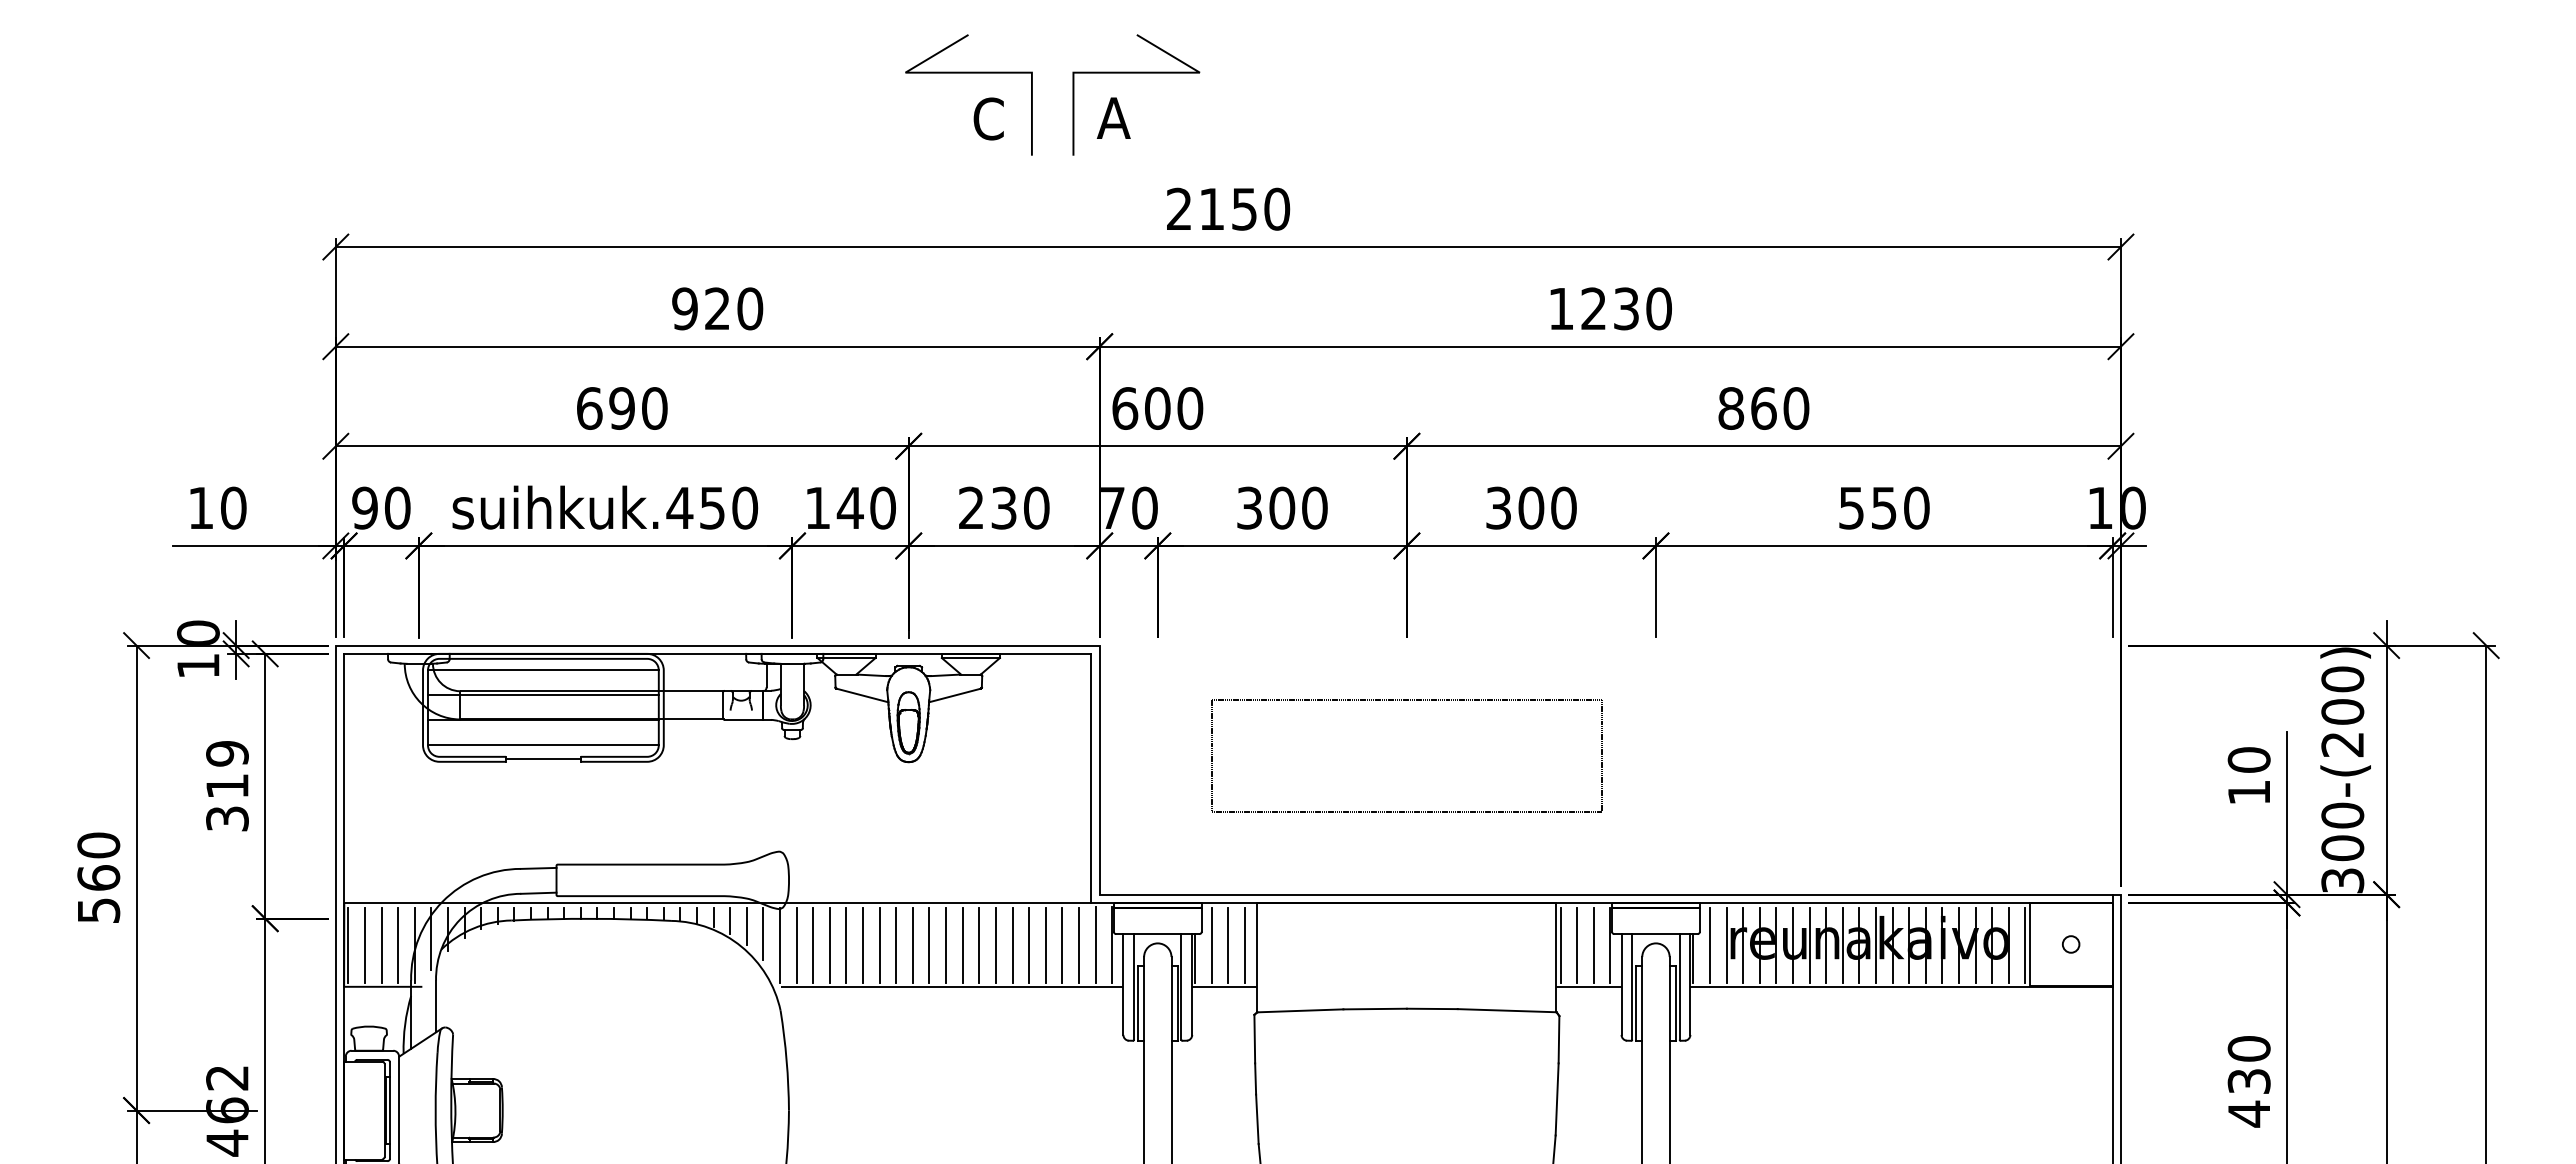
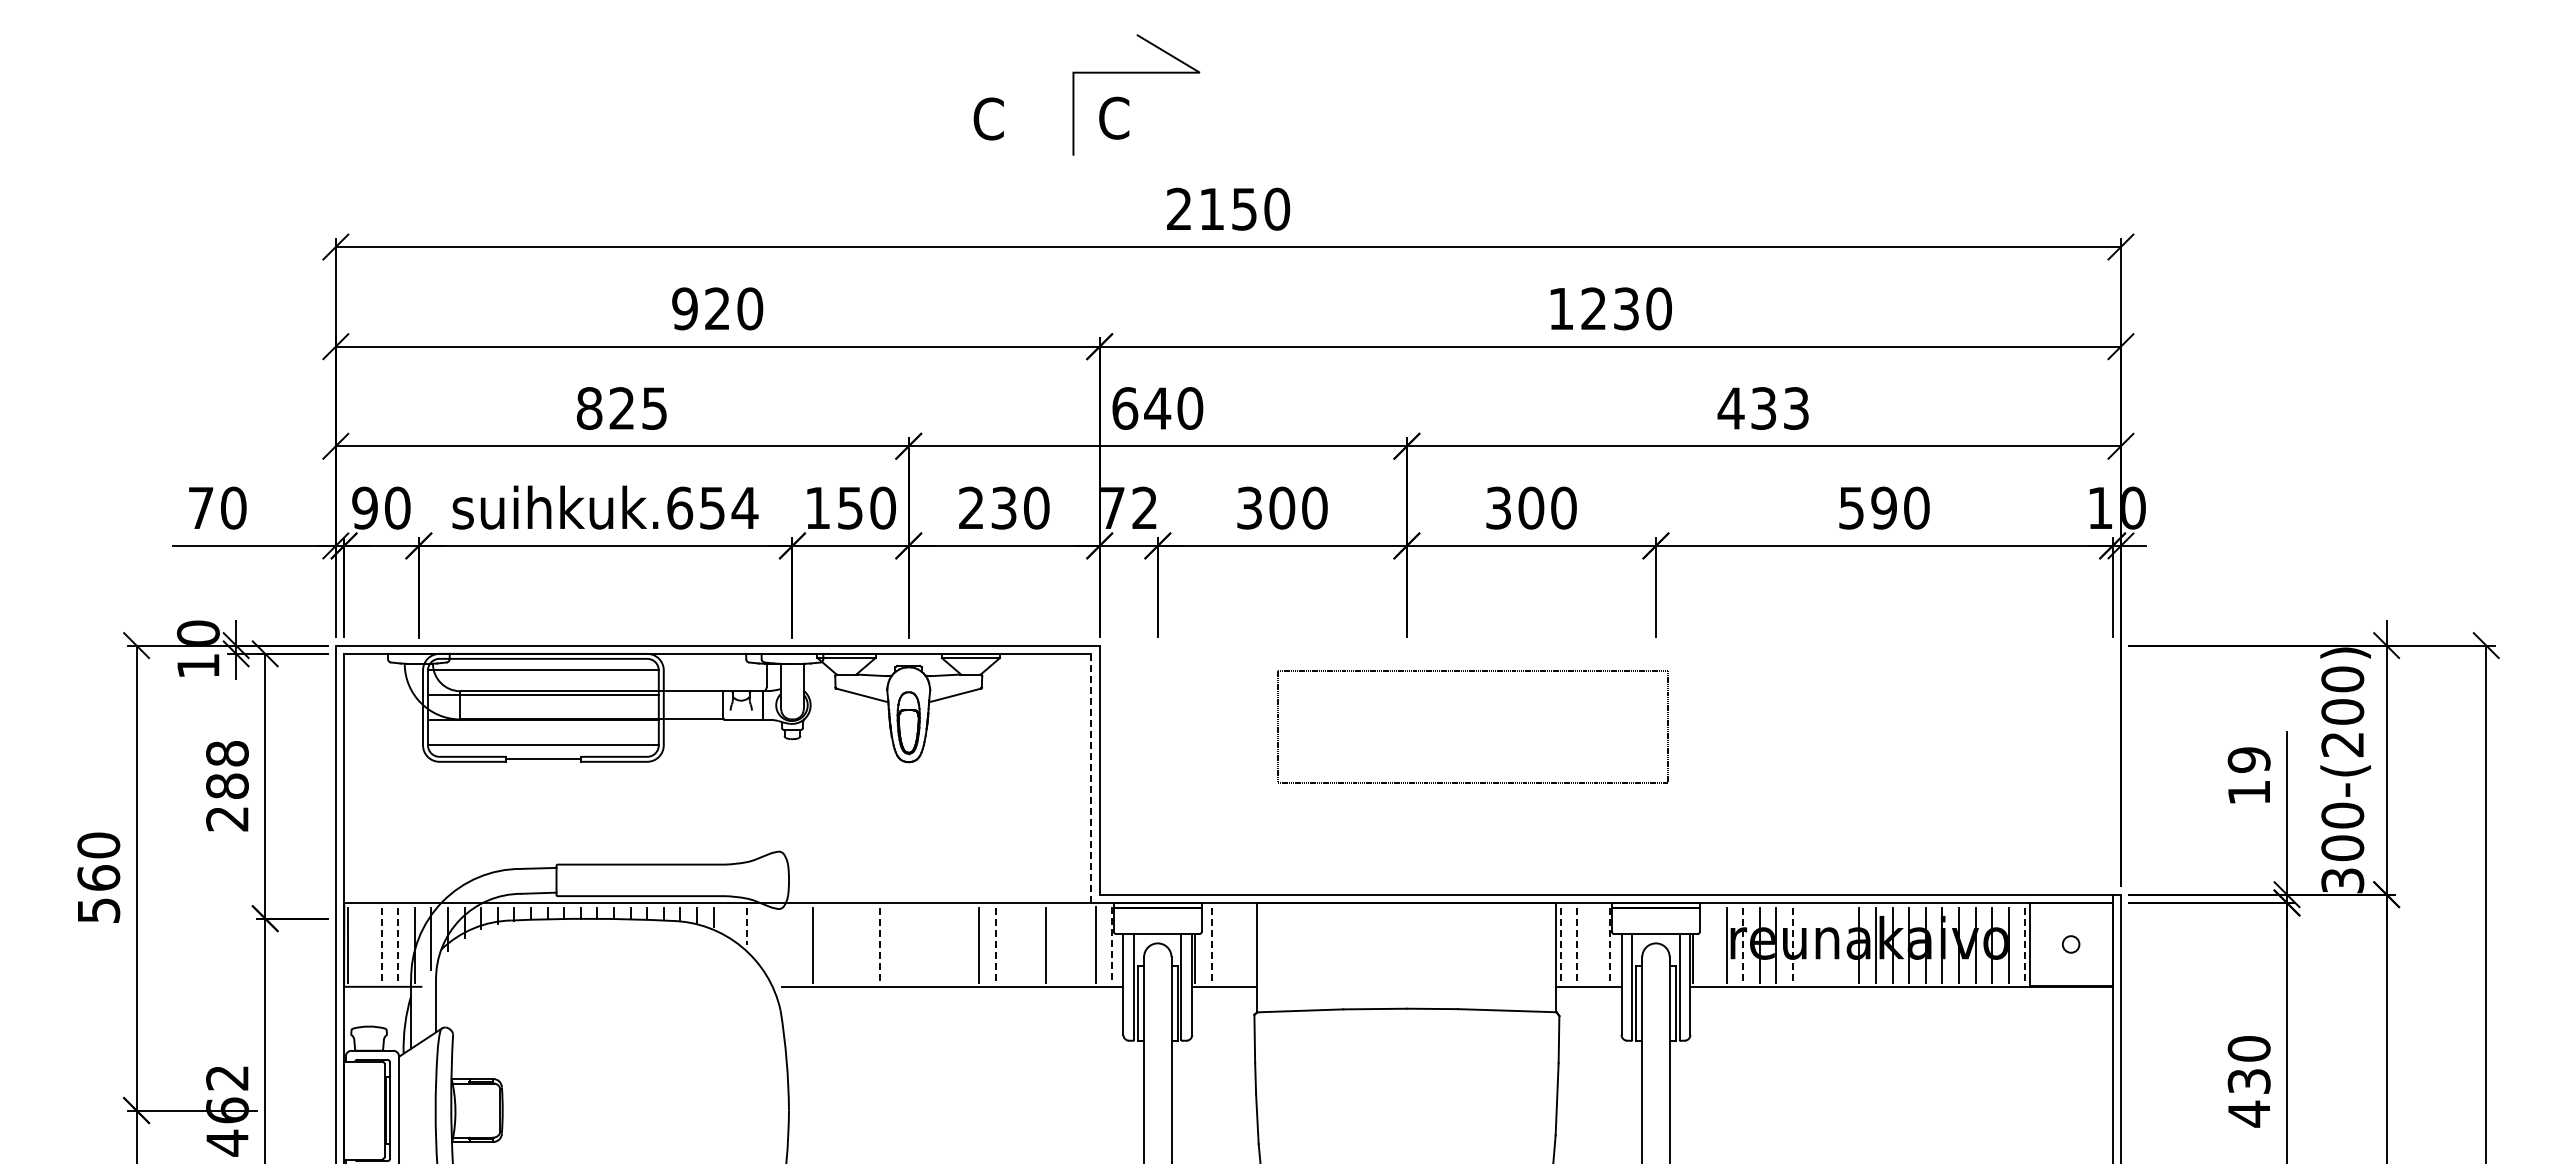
line at (968, 73): present -> none
text at (1113, 117): A -> C
text at (621, 408): 690 -> 825
text at (1157, 408): 600 -> 640
text at (1763, 408): 860 -> 433
text at (201, 507): 10 -> 70
text at (712, 507): suihkuk.450 -> suihkuk.654
text at (1144, 507): 70 -> 72
text at (1883, 507): 550 -> 590
text at (849, 508): 140 -> 150
part at (1406, 700) position: (1406, 700) -> (1472, 671)
text at (2248, 759): 10 -> 19
line at (1091, 778): solid -> dashed
text at (227, 786): 319 -> 288
line at (730, 920): present -> none
line at (746, 926): solid -> dashed
line at (763, 933): present -> none
line at (364, 944): present -> none
line at (780, 944): present -> none
line at (796, 944): present -> none
line at (829, 944): present -> none
line at (846, 944): present -> none
line at (863, 944): present -> none
line at (896, 944): present -> none
line at (912, 944): present -> none
line at (929, 944): present -> none
line at (946, 944): present -> none
line at (962, 944): present -> none
line at (1012, 944): present -> none
line at (1029, 944): present -> none
line at (1062, 944): present -> none
line at (1078, 944): present -> none
line at (1112, 944): solid -> dashed
line at (1228, 944): present -> none
line at (1244, 944): present -> none
line at (1593, 944): present -> none
line at (1709, 944): present -> none
line at (1809, 944): present -> none
line at (1826, 944): present -> none
line at (1842, 944): present -> none
line at (381, 945): solid -> dashed
line at (398, 945): solid -> dashed
line at (879, 945): solid -> dashed
line at (995, 945): solid -> dashed
line at (1211, 945): solid -> dashed
line at (1560, 945): solid -> dashed
line at (1577, 945): solid -> dashed
line at (1610, 945): solid -> dashed
line at (1743, 945): solid -> dashed
line at (1792, 945): solid -> dashed
line at (2025, 945): solid -> dashed
